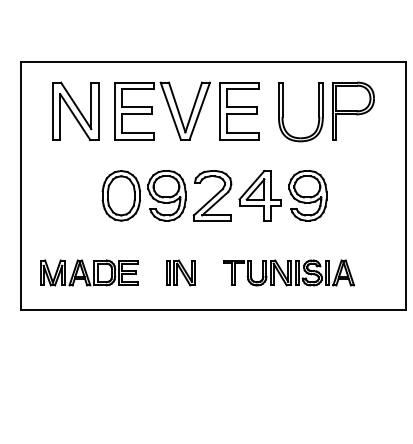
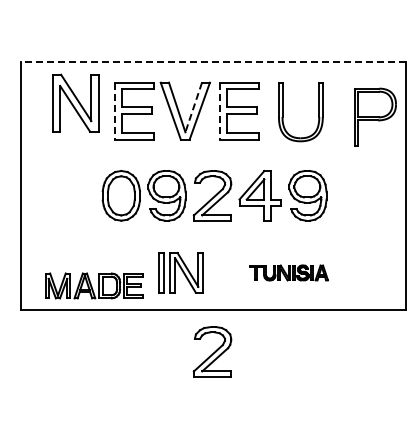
line at (213, 61): solid -> dashed
line at (193, 107): solid -> dashed
part at (75, 110) position: (75, 110) -> (75, 102)
part at (353, 110) position: (353, 110) -> (375, 116)
line at (114, 111): solid -> dashed
line at (219, 111): solid -> dashed
part at (89, 272) position: (89, 272) -> (94, 285)
part at (180, 272) size: 30x28 px -> 46x42 px
part at (288, 272) size: 132x28 px -> 80x18 px
part at (212, 351): none -> present
